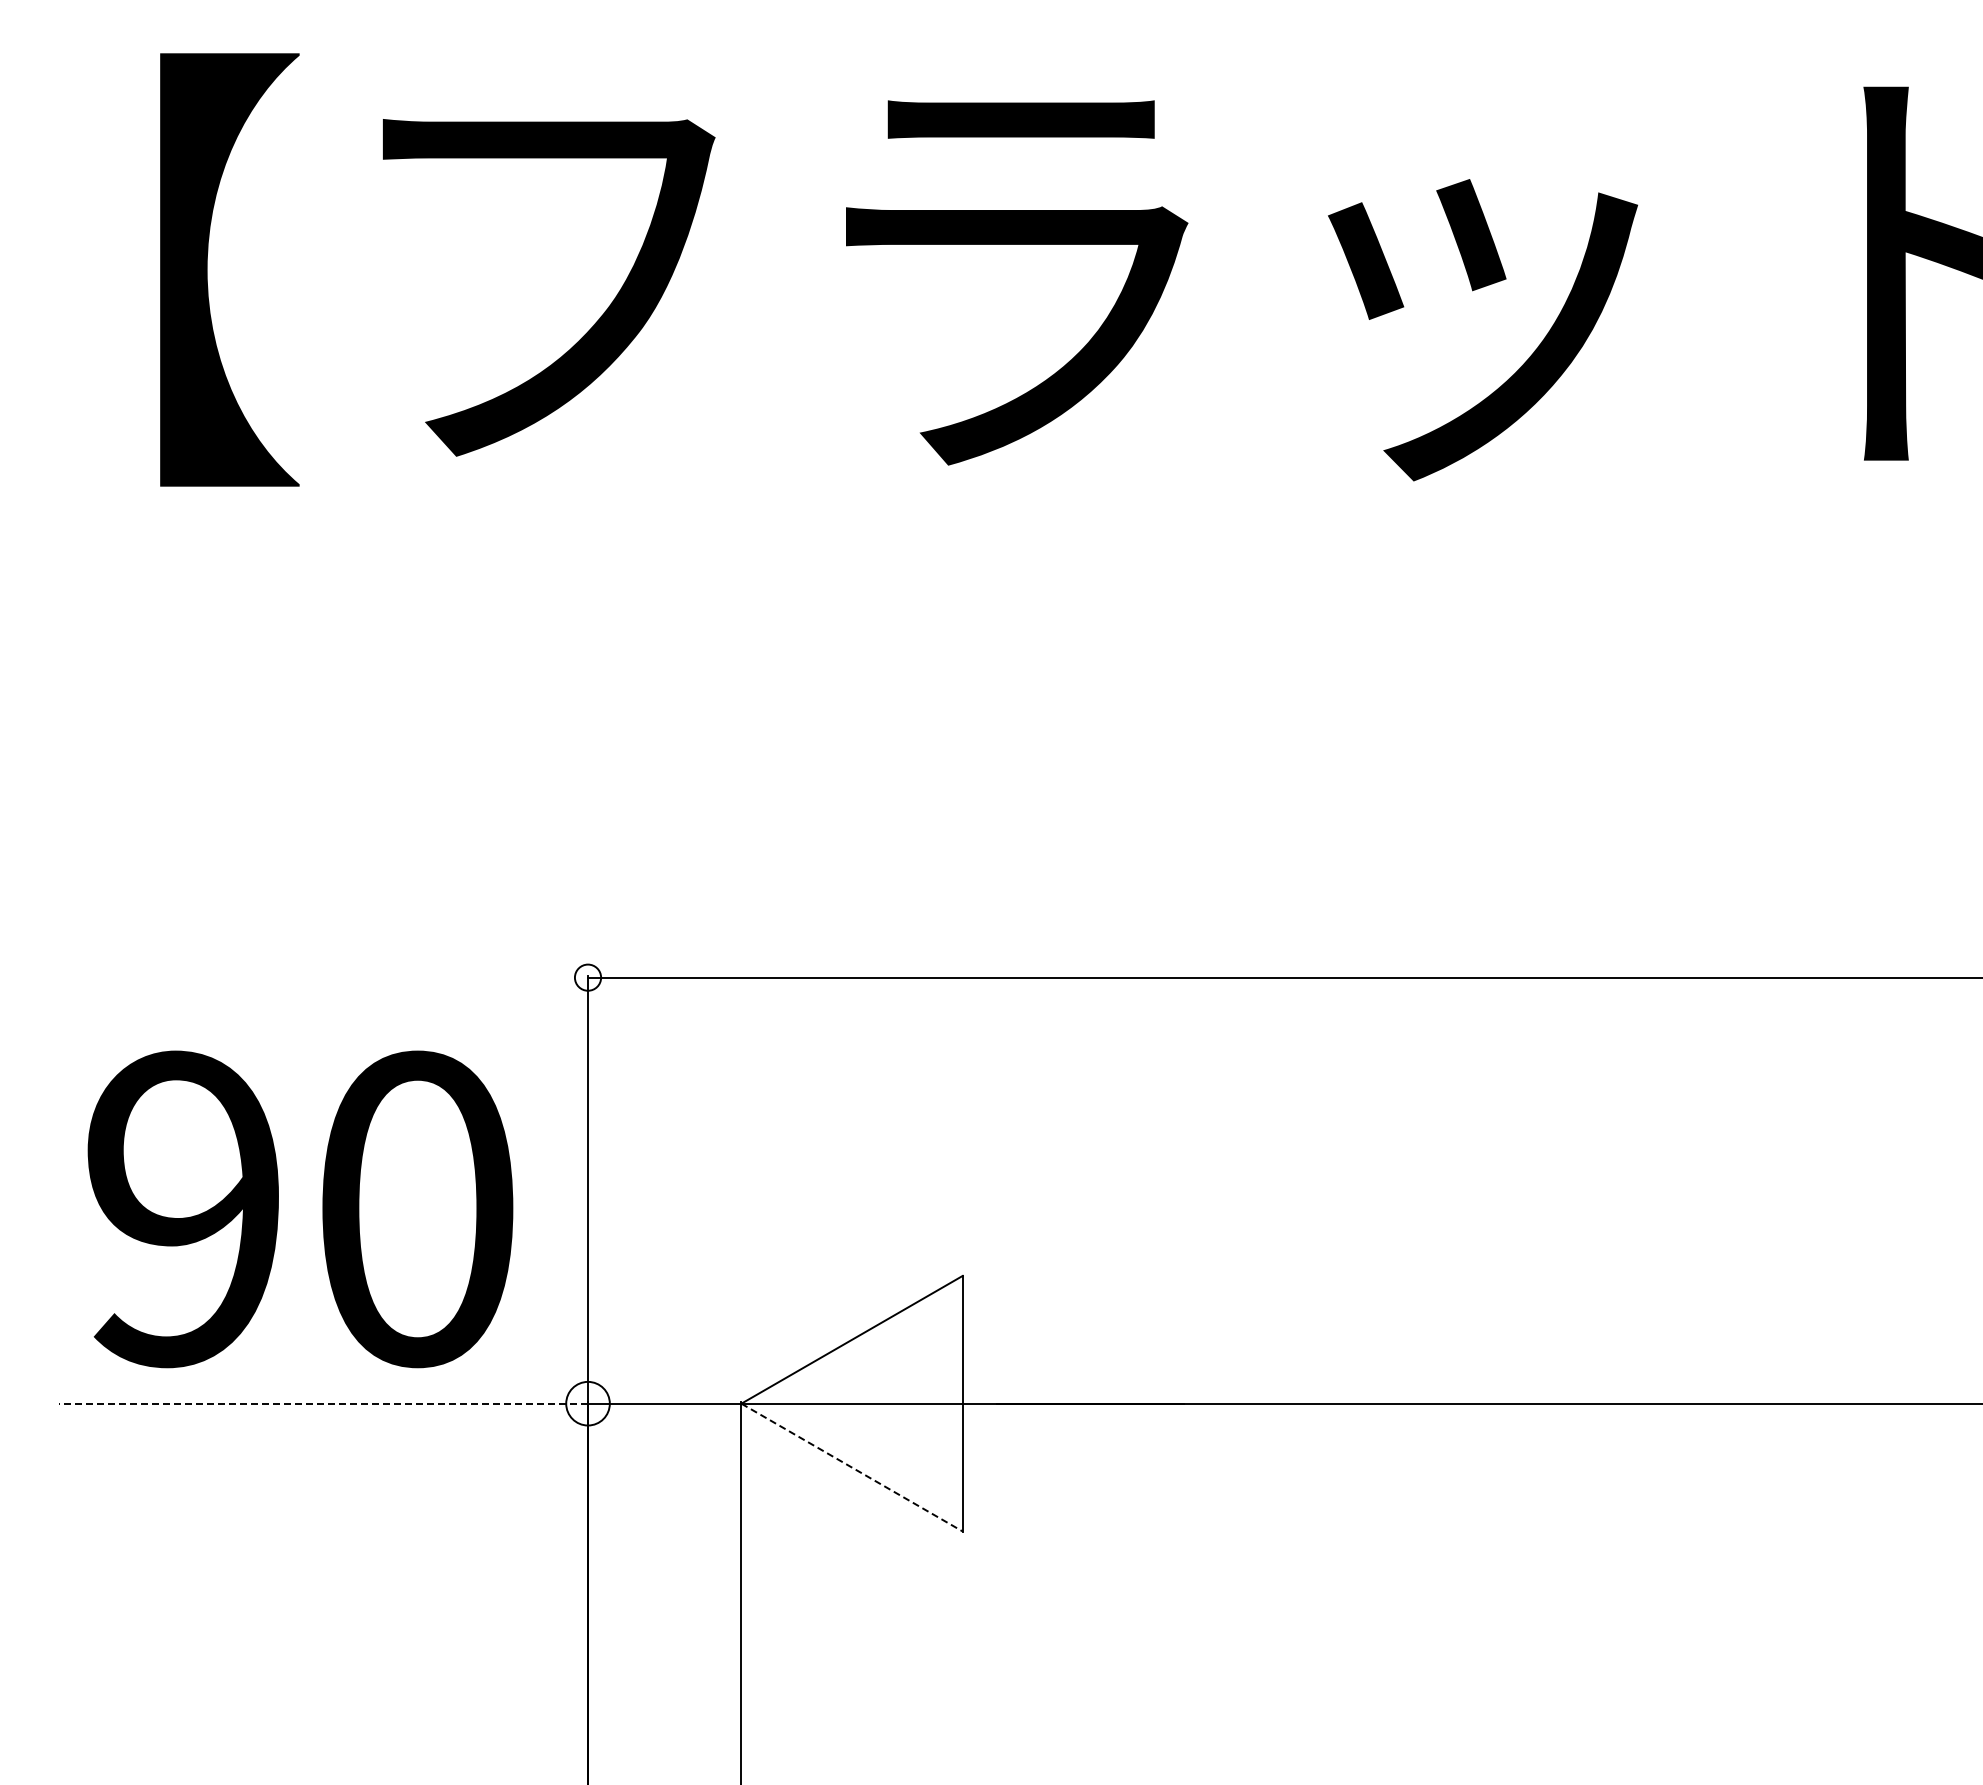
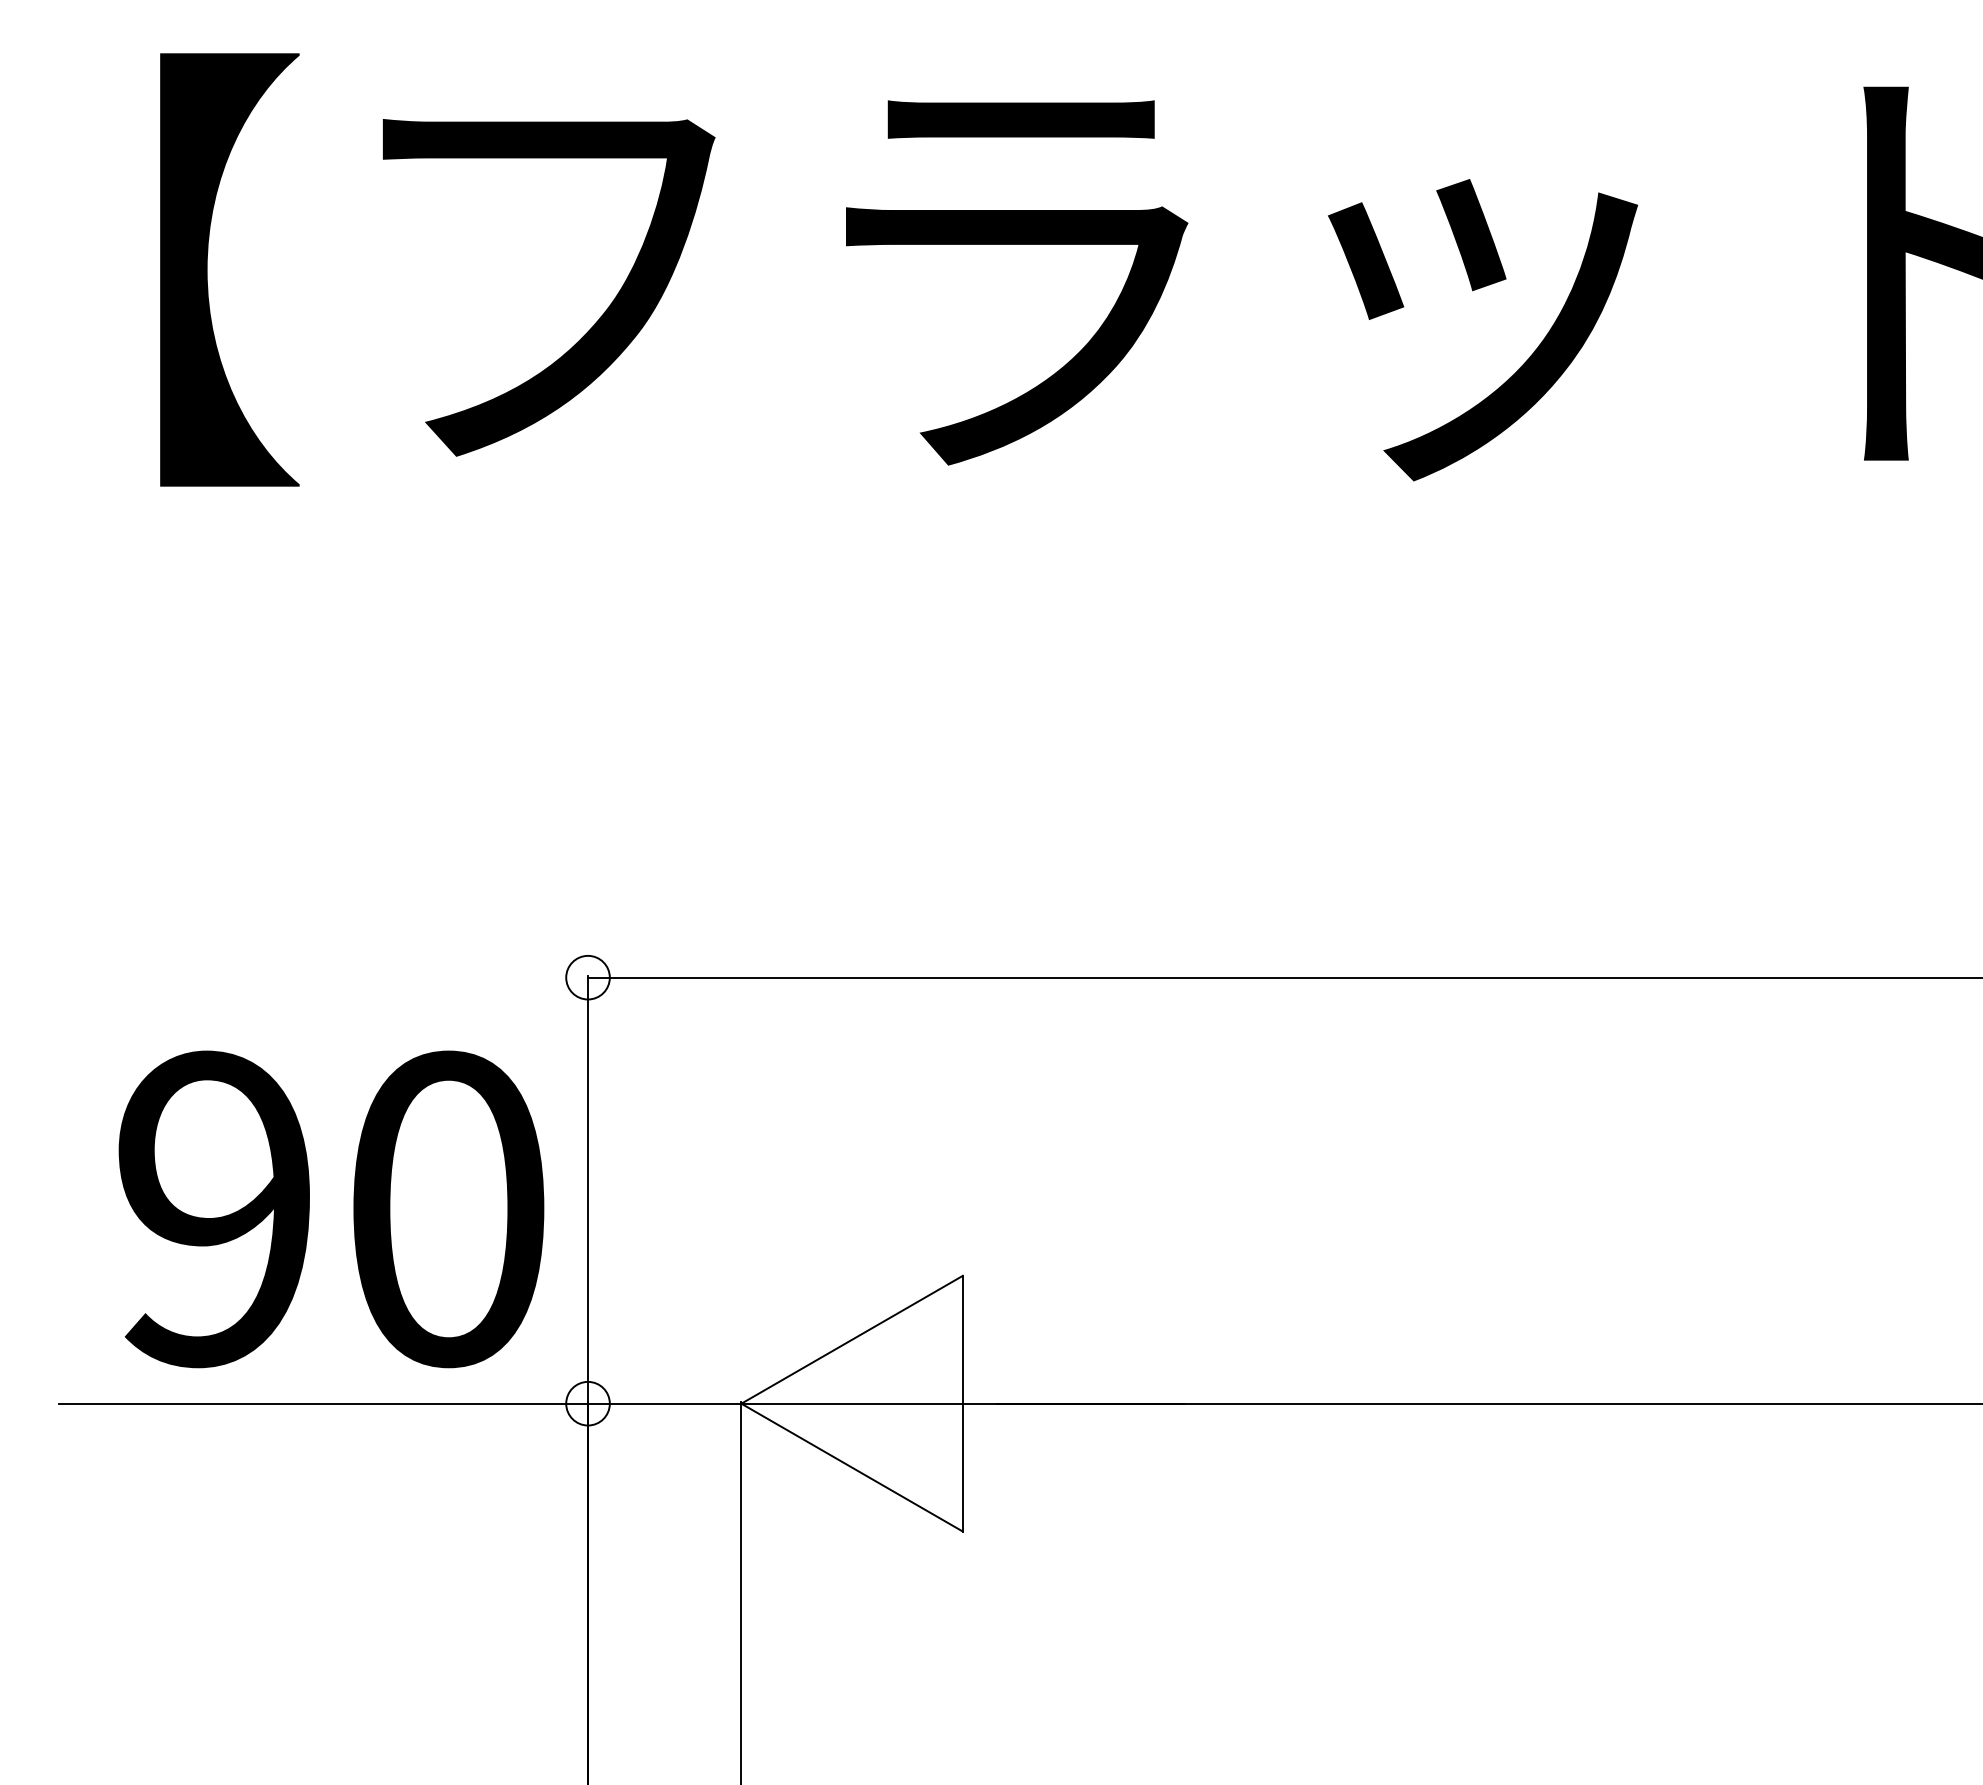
circle at (587, 977) diameter: 26 px -> 44 px
text at (300, 1209) position: (300, 1209) -> (331, 1209)
line at (323, 1403): dashed -> solid
line at (852, 1467): dashed -> solid
